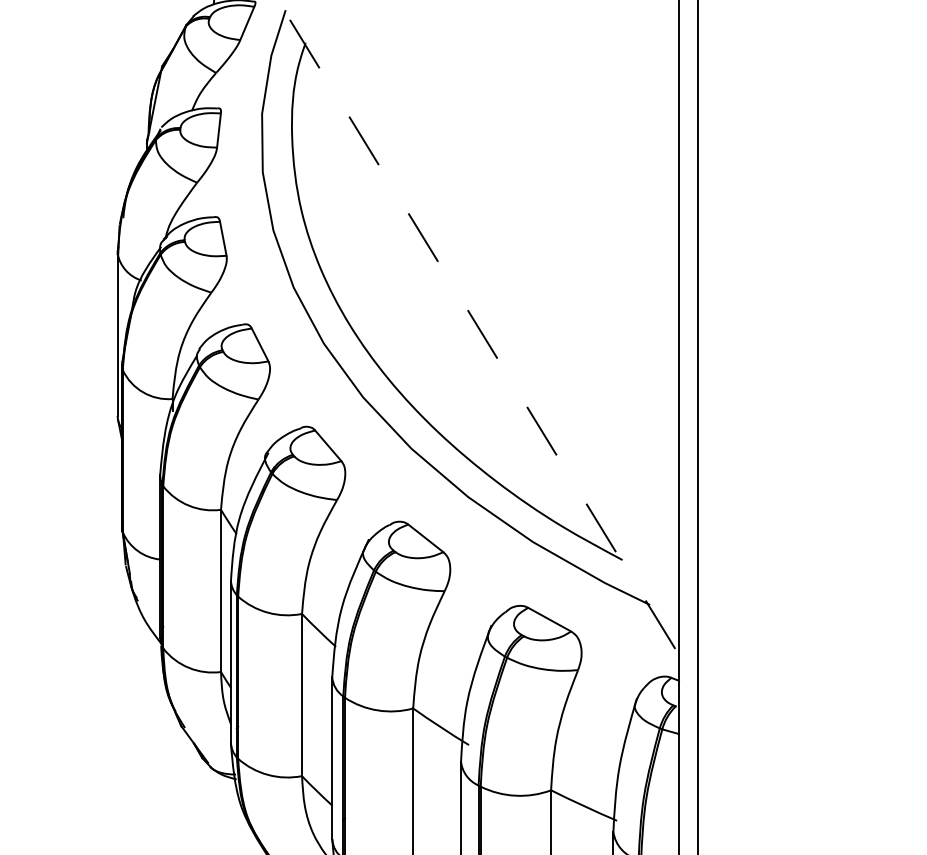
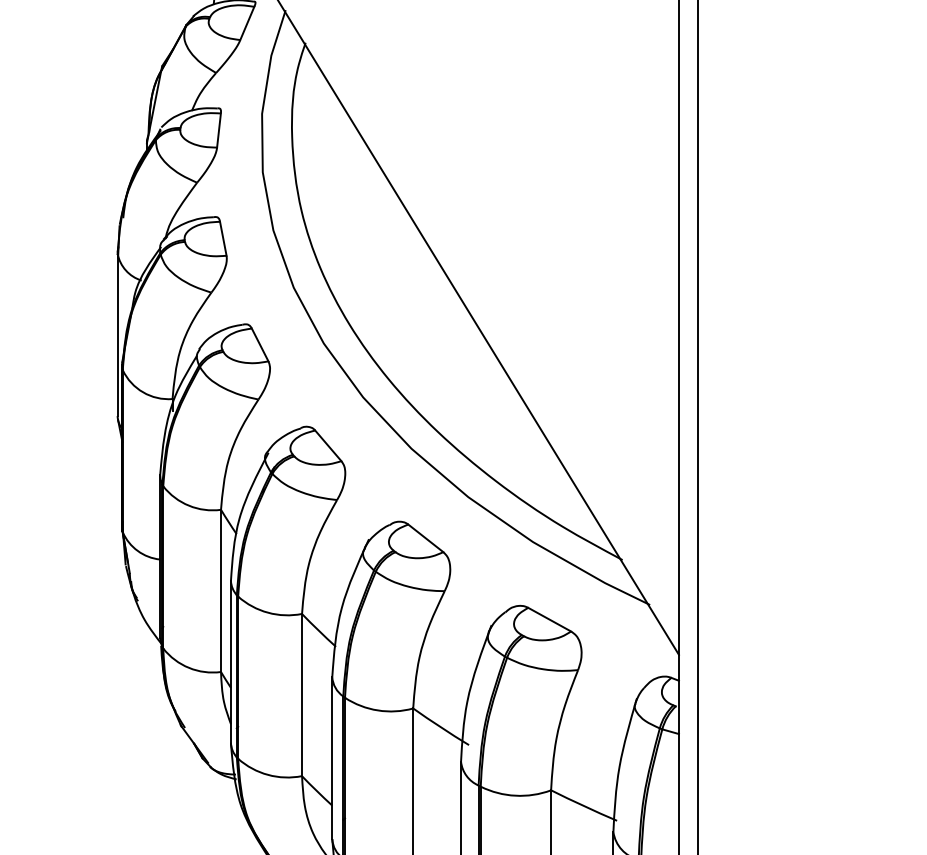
line at (478, 327): dashed -> solid
